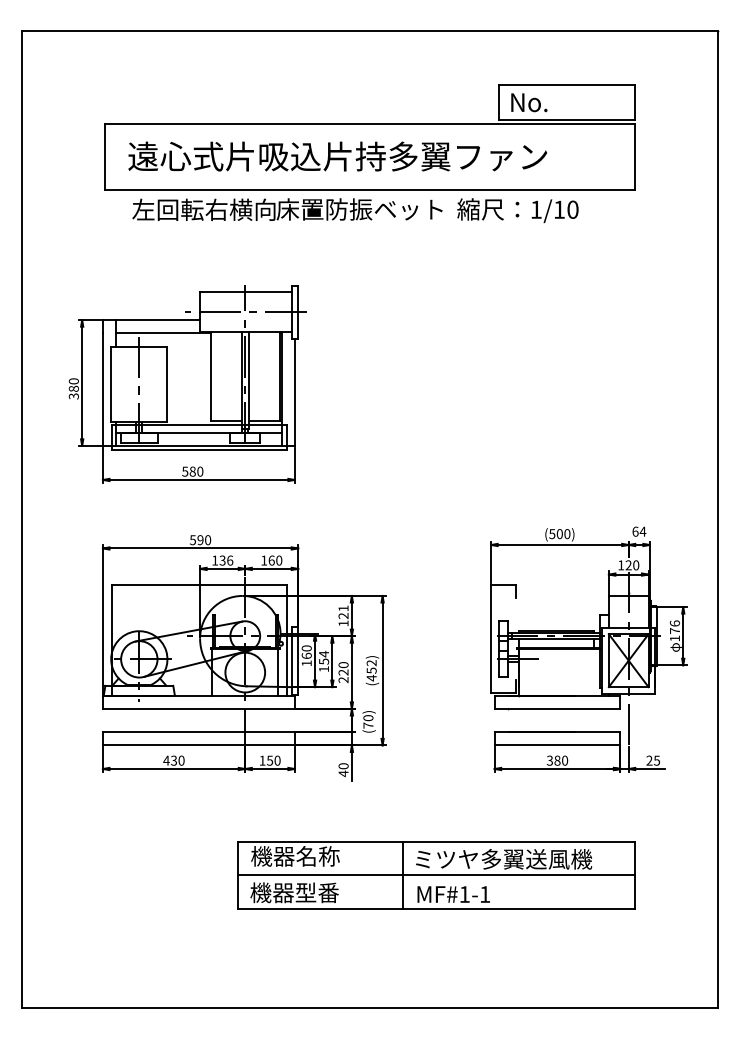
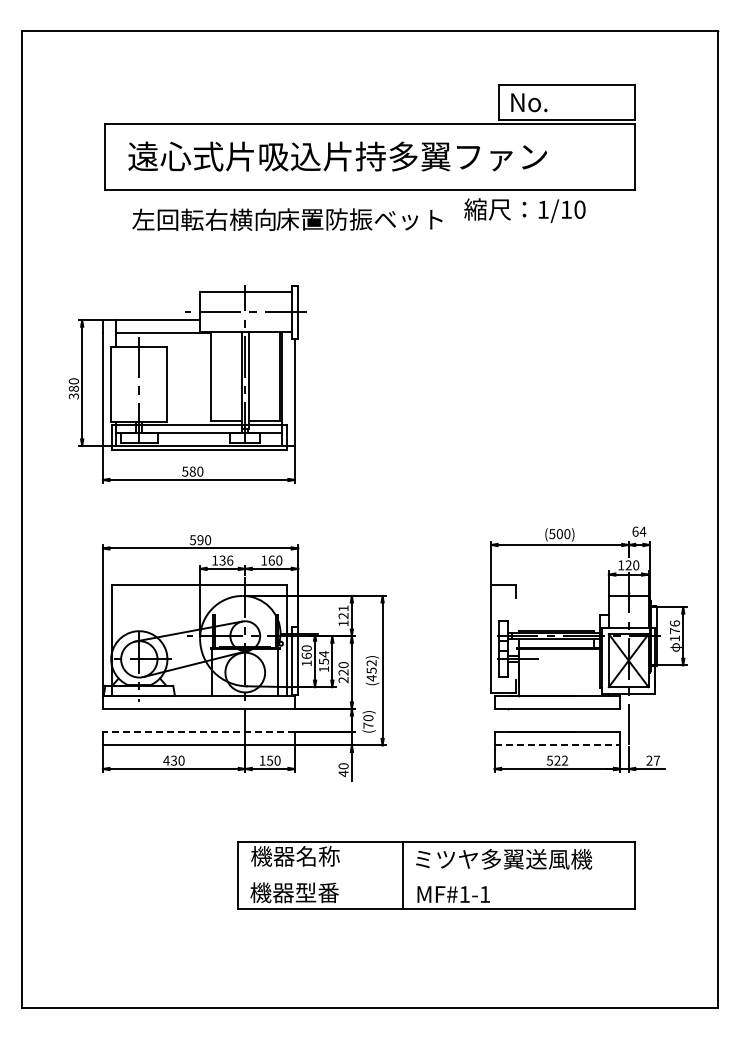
text at (287, 209) position: (287, 209) -> (287, 219)
text at (517, 210) position: (517, 210) -> (524, 210)
line at (198, 732): solid -> dashed
line at (557, 745): solid -> dashed
text at (557, 760): 380 -> 522
text at (657, 760): 25 -> 27
line at (435, 875): present -> none
